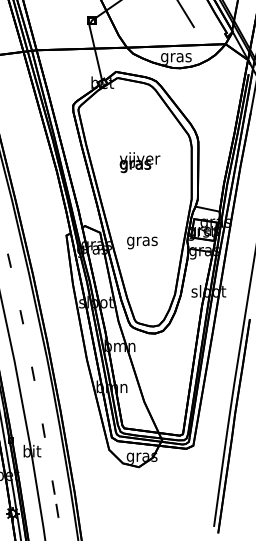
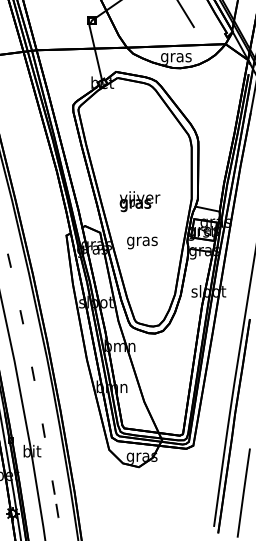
text at (139, 162) position: (139, 162) -> (139, 201)
line at (243, 492): none -> present
